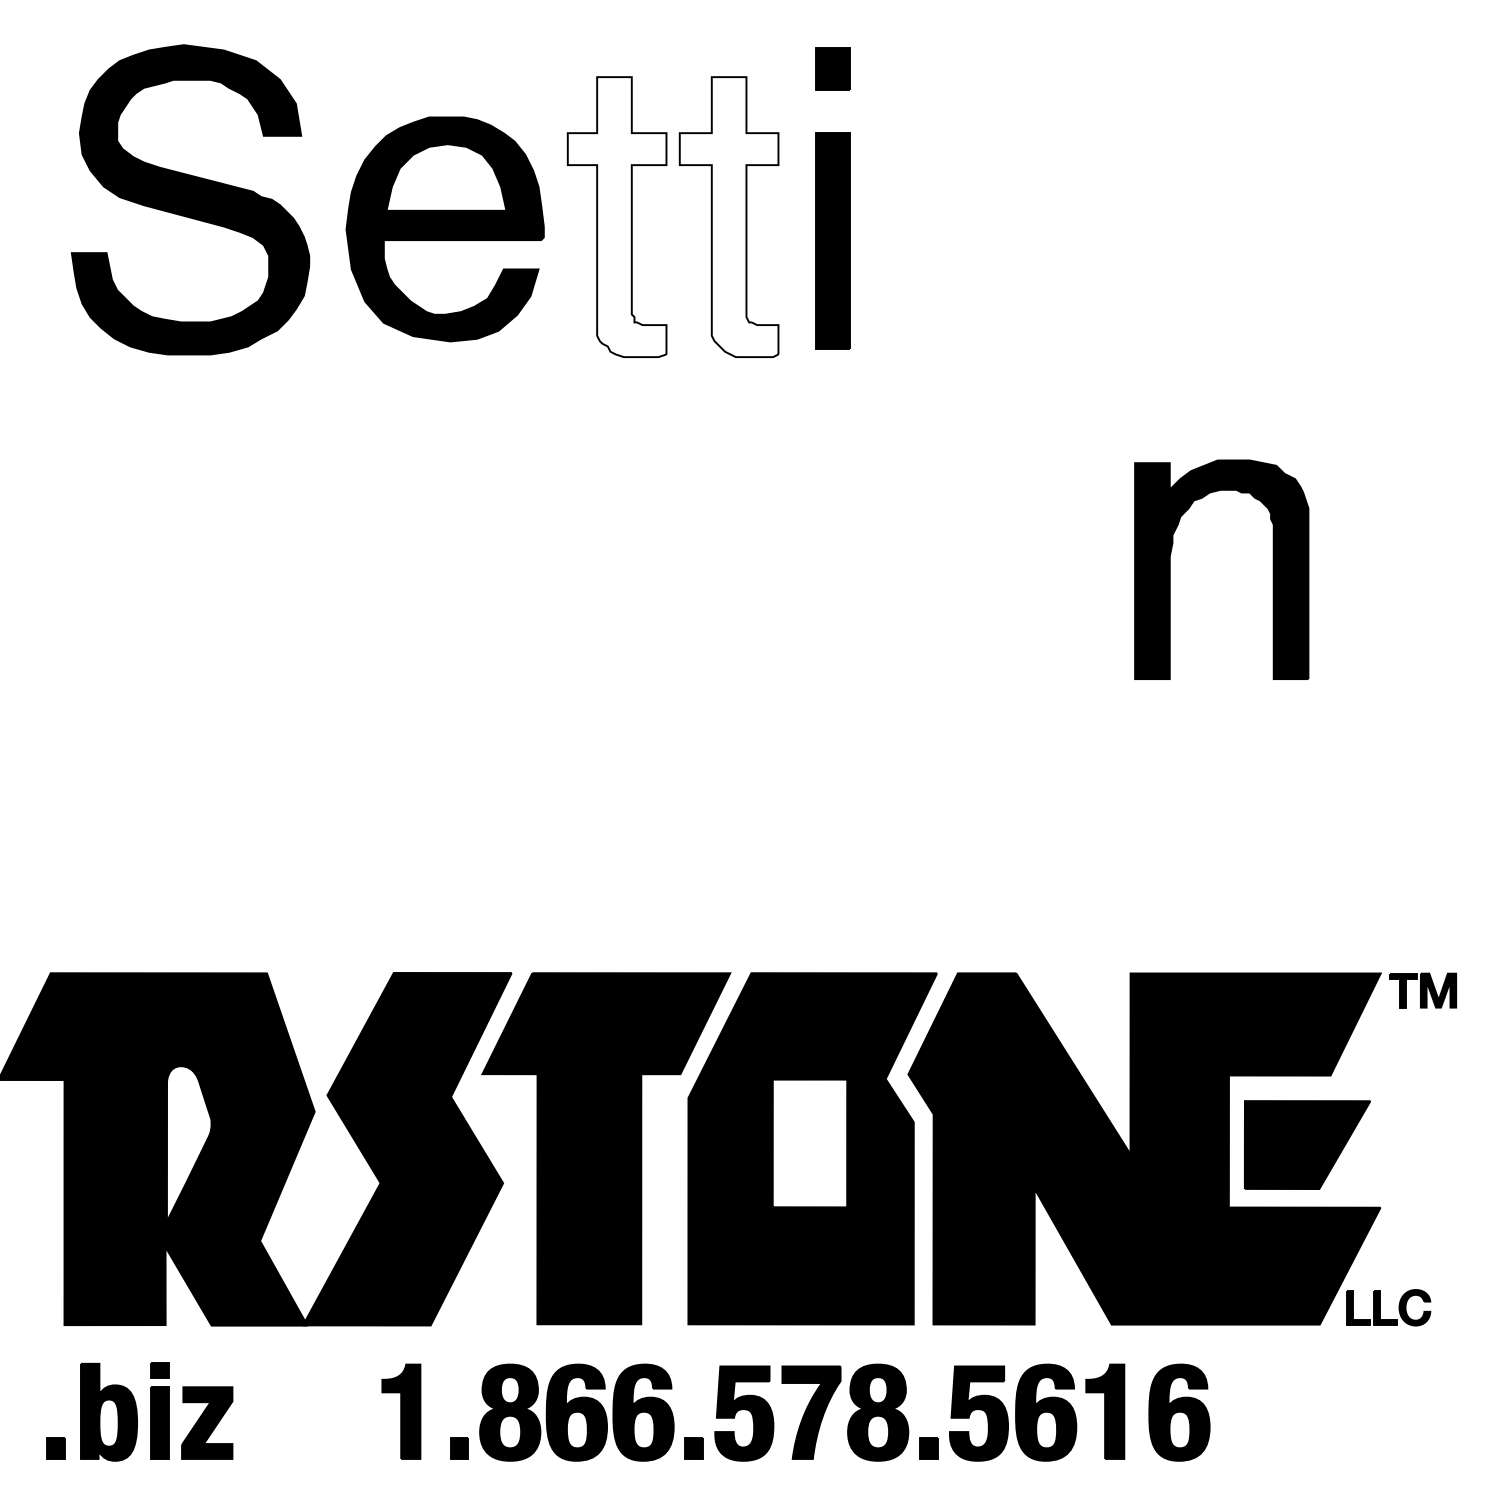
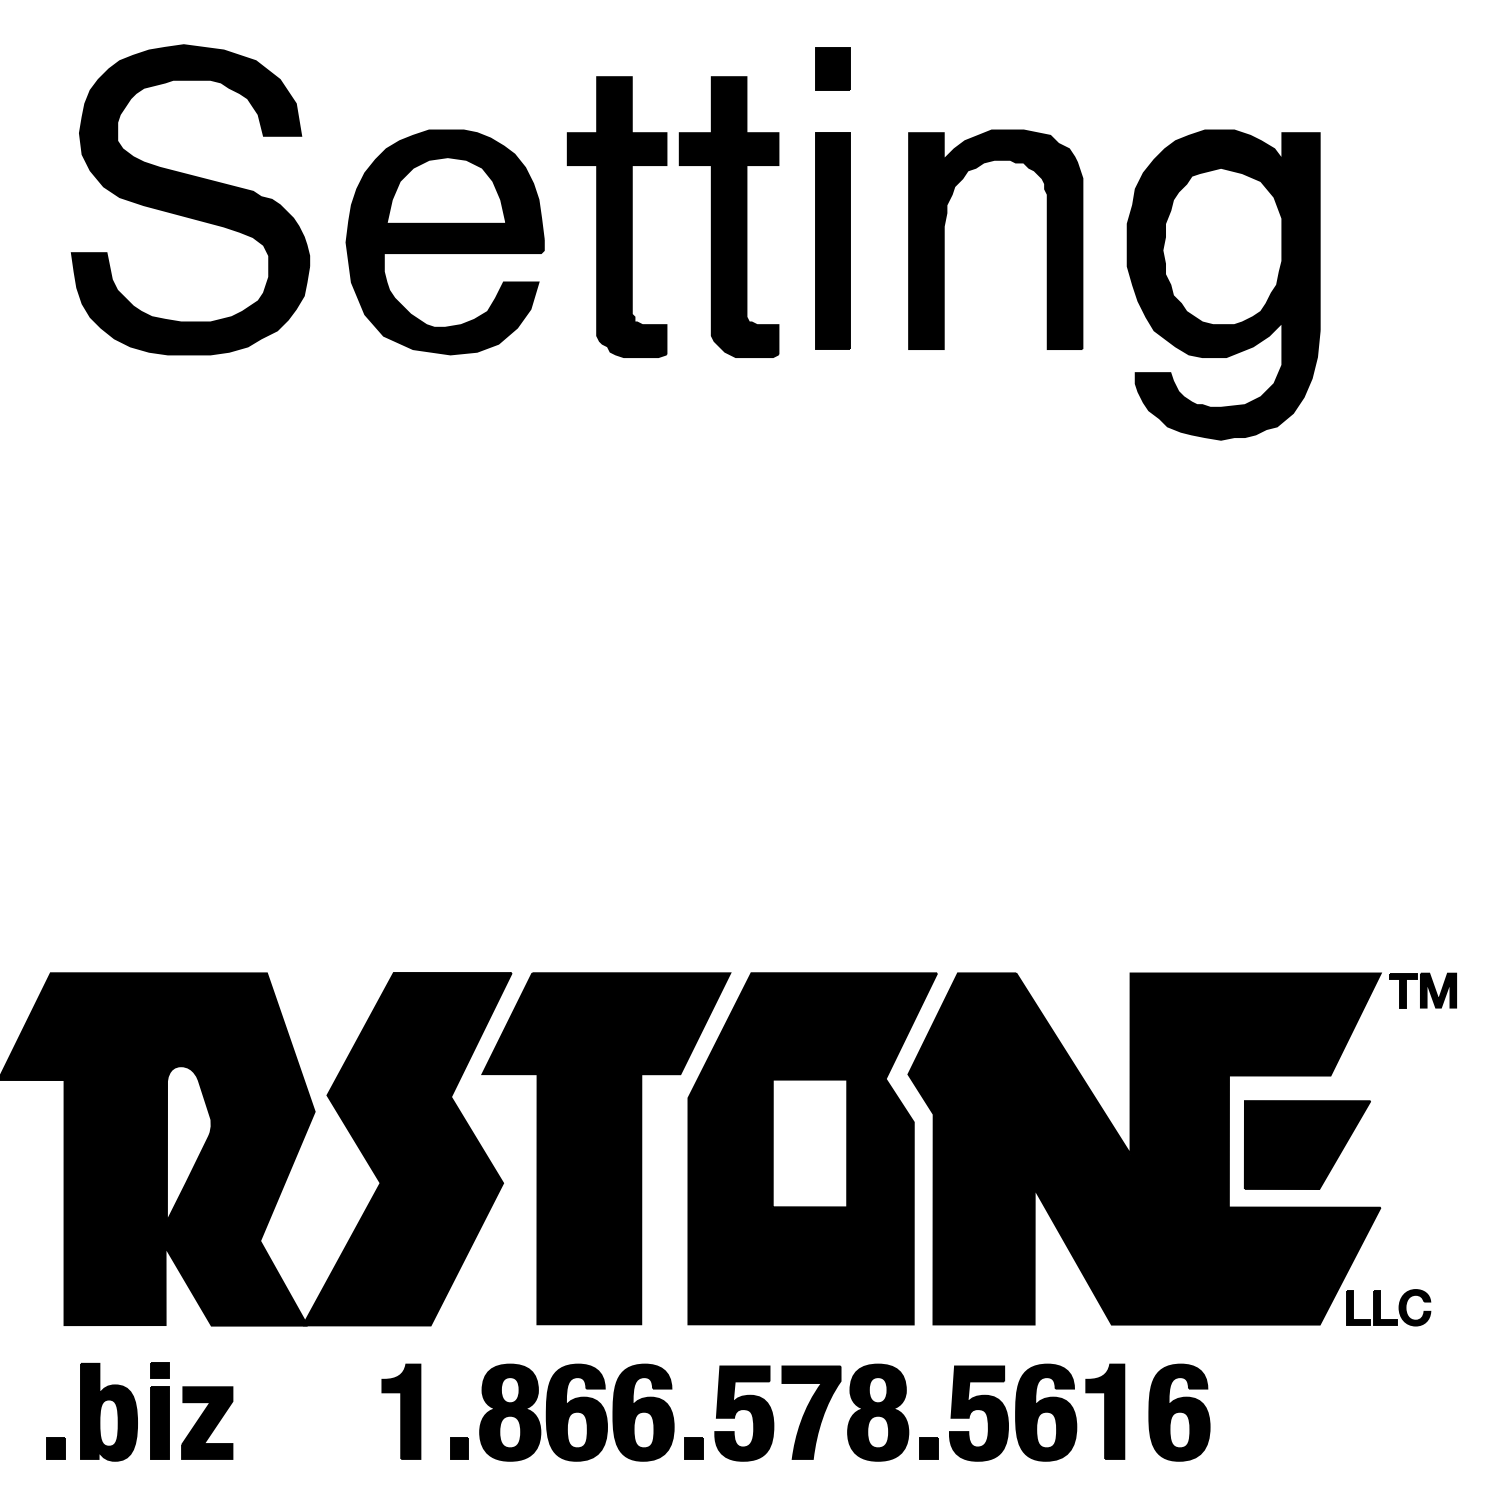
fill at (616, 217): none -> present
fill at (728, 217): none -> present
part at (444, 229) position: (444, 229) -> (444, 242)
part at (1223, 284): none -> present
part at (1170, 569) position: (1170, 569) -> (944, 239)
